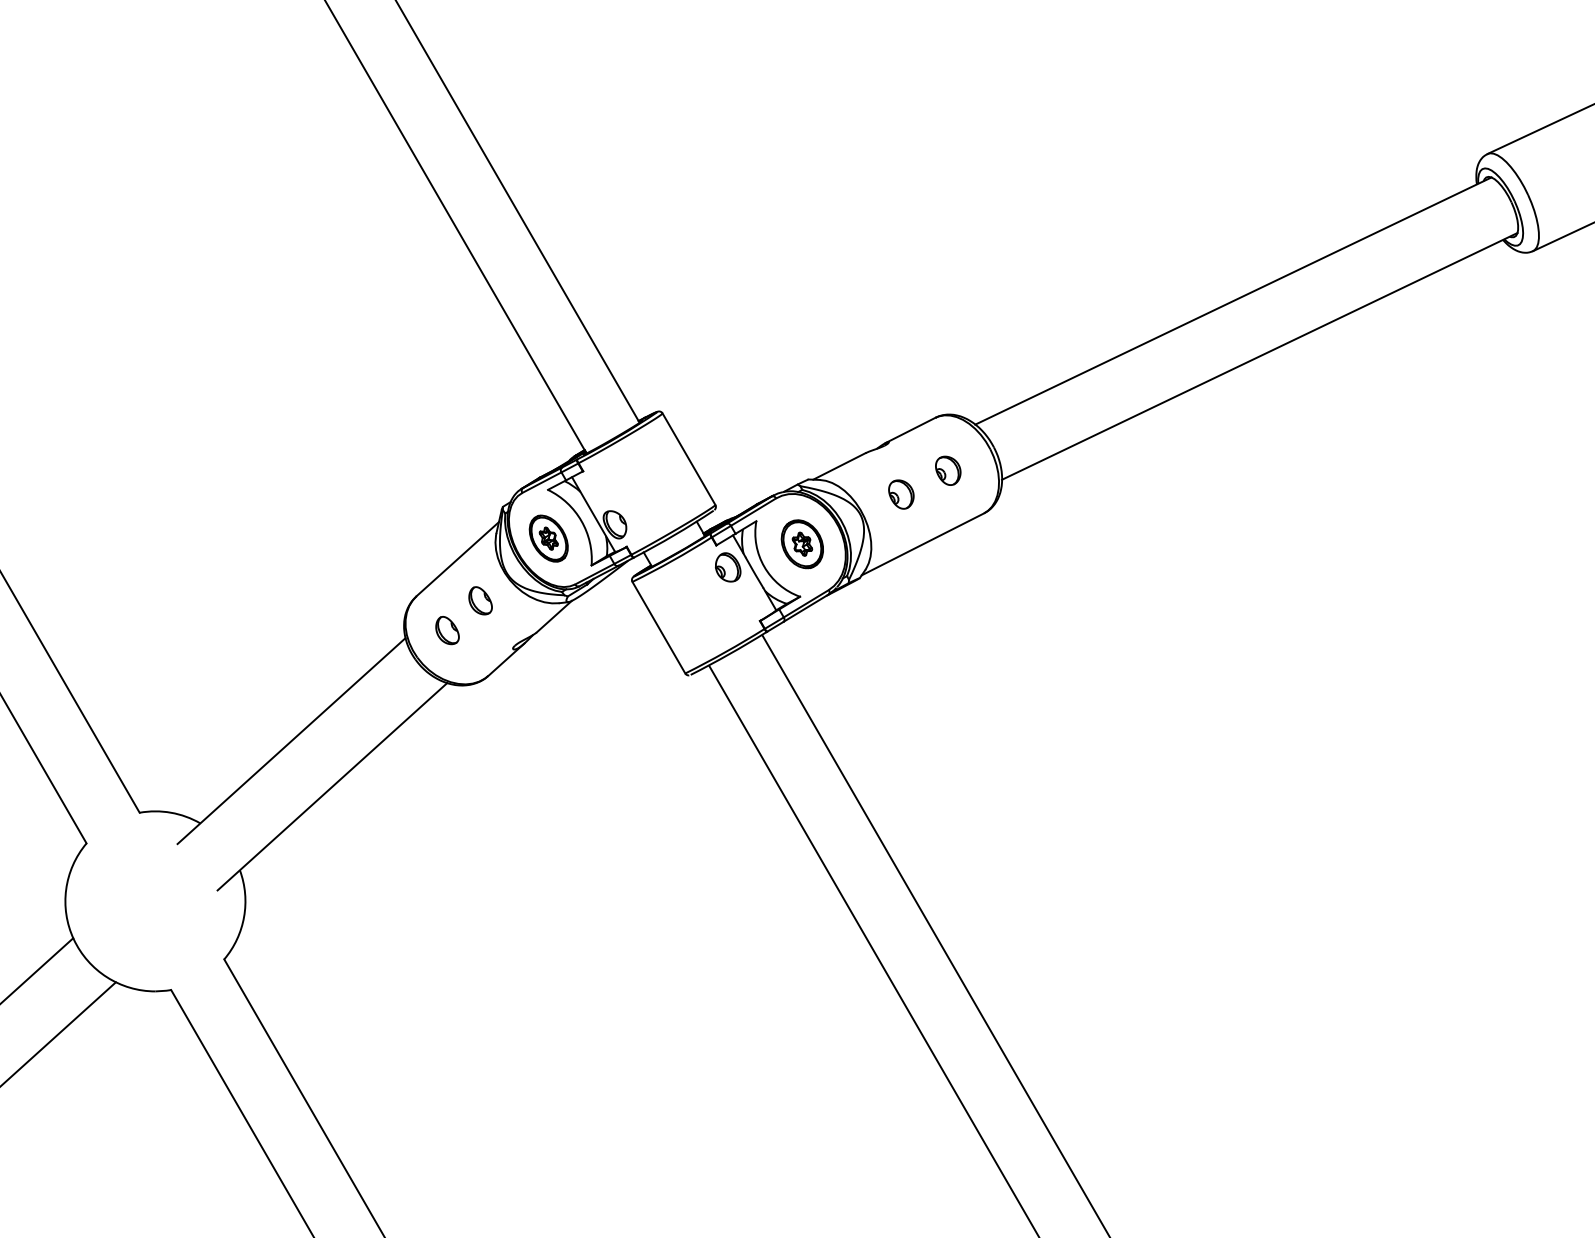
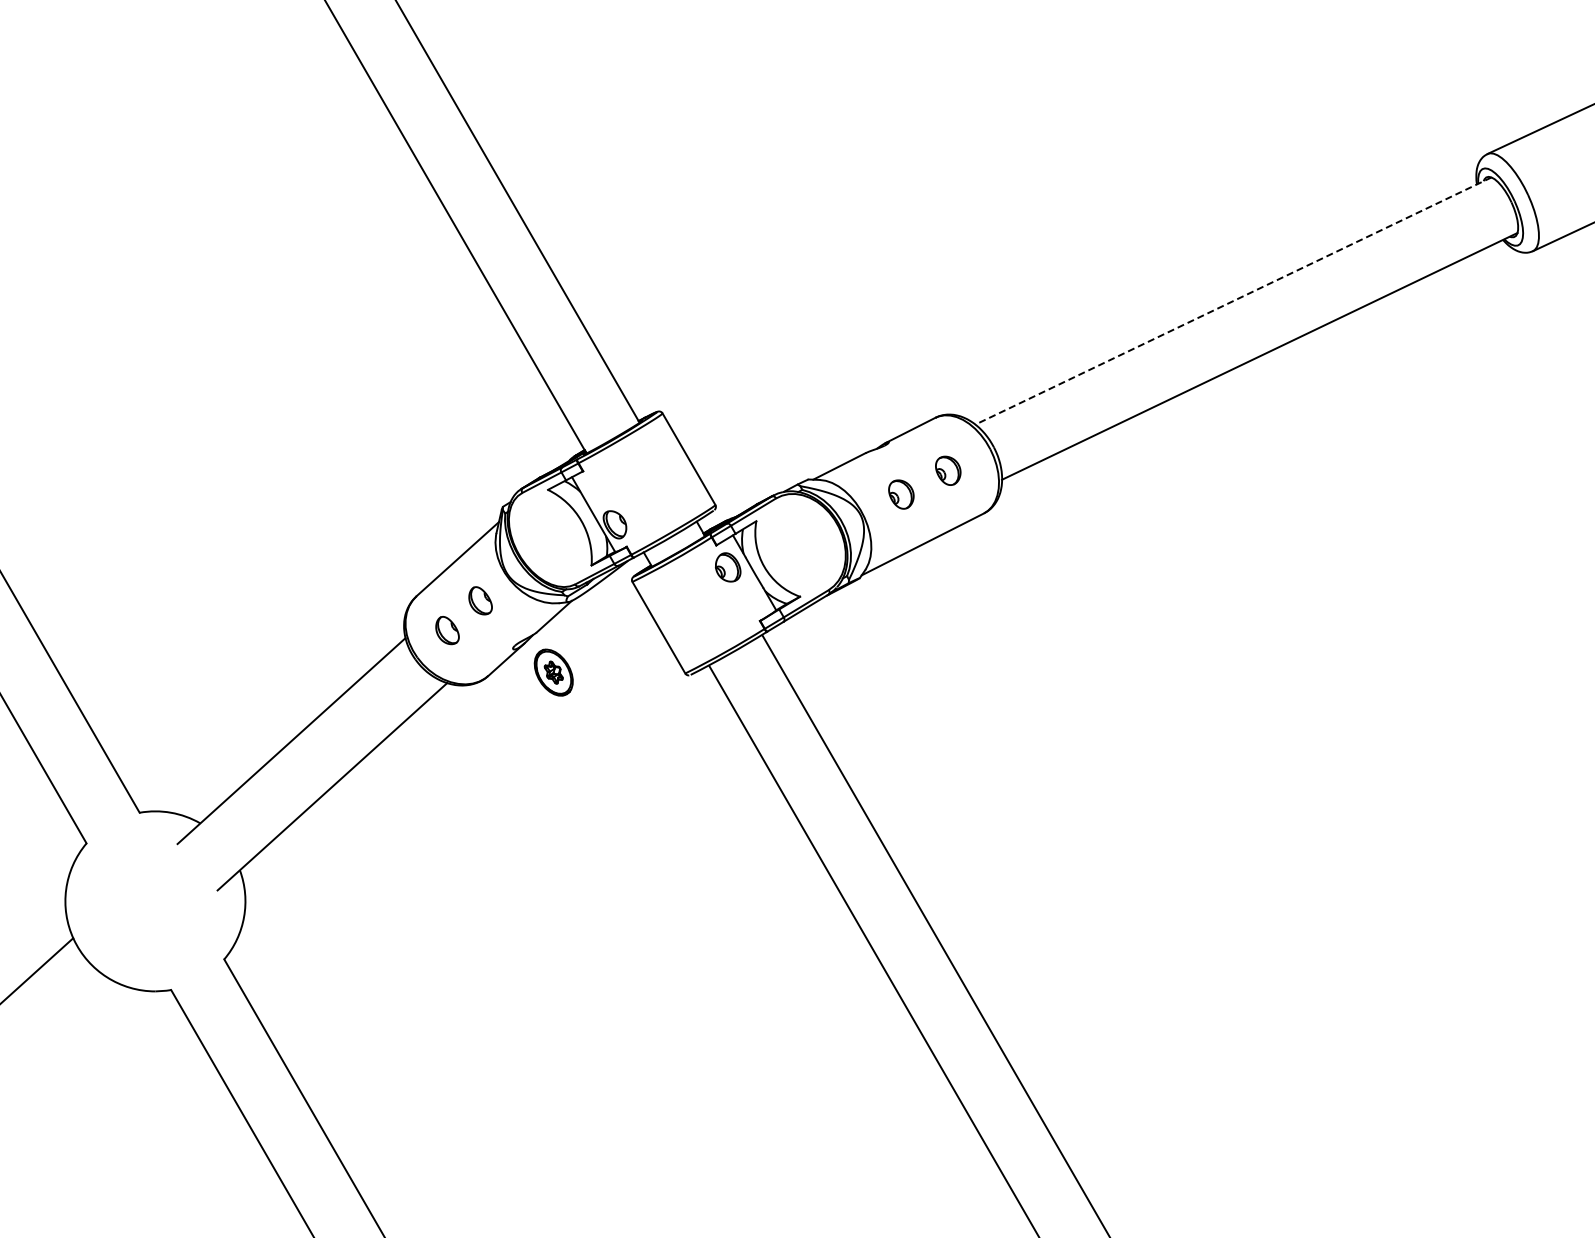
line at (1232, 301): solid -> dashed
part at (548, 538) position: (548, 538) -> (553, 672)
part at (801, 544): present -> none
line at (58, 1033): present -> none
